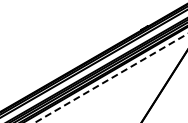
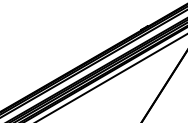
line at (111, 78): dashed -> solid
